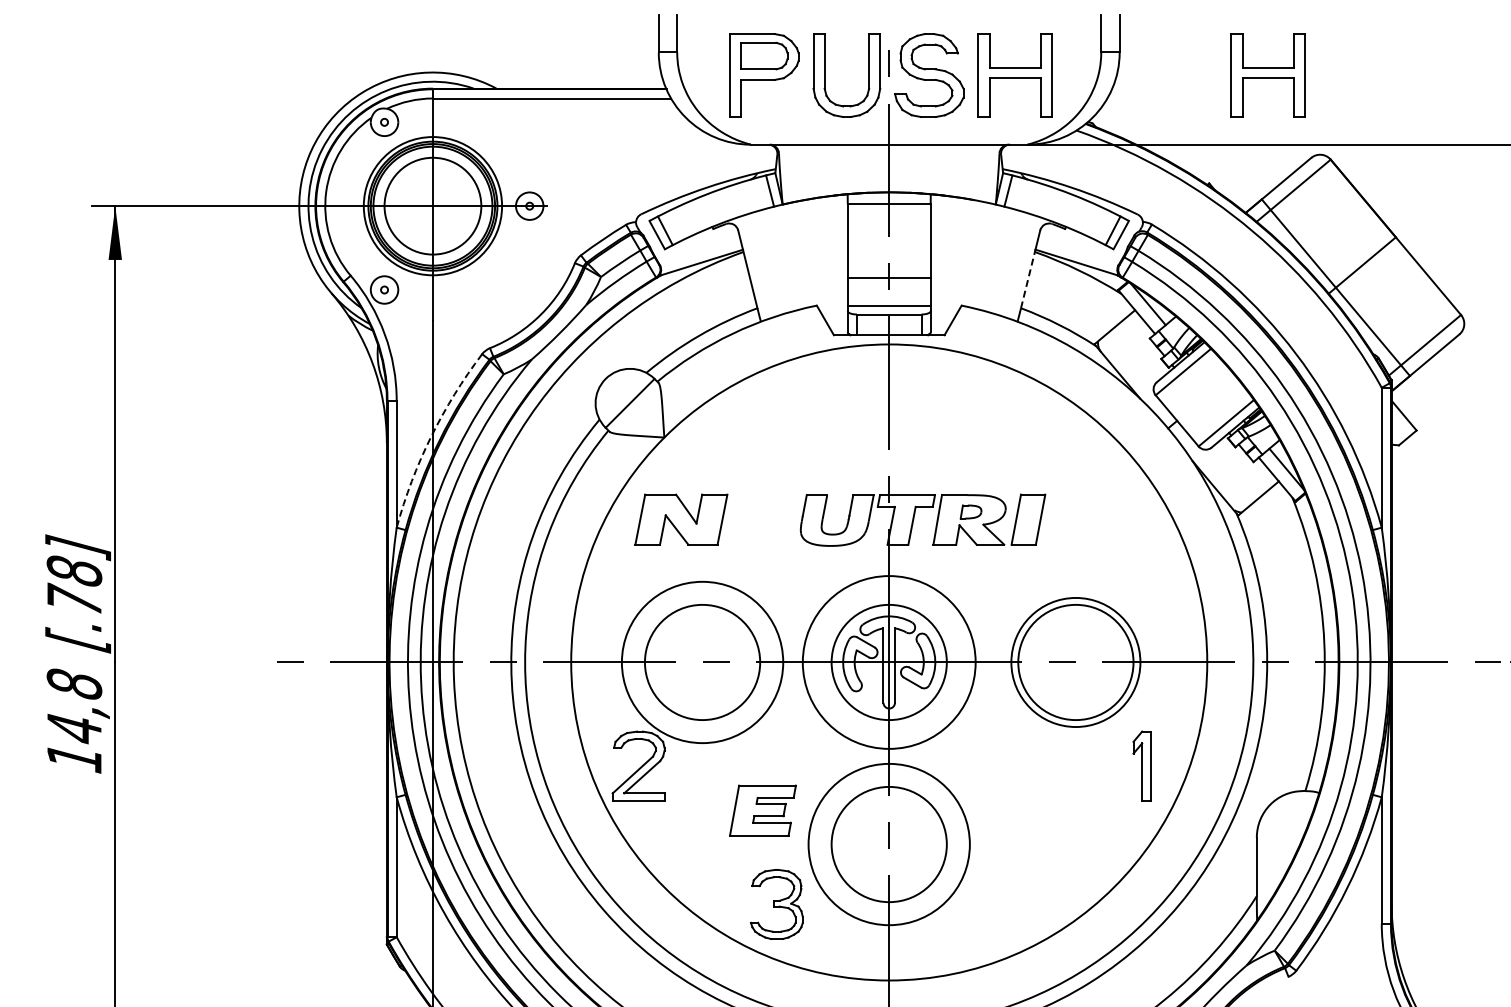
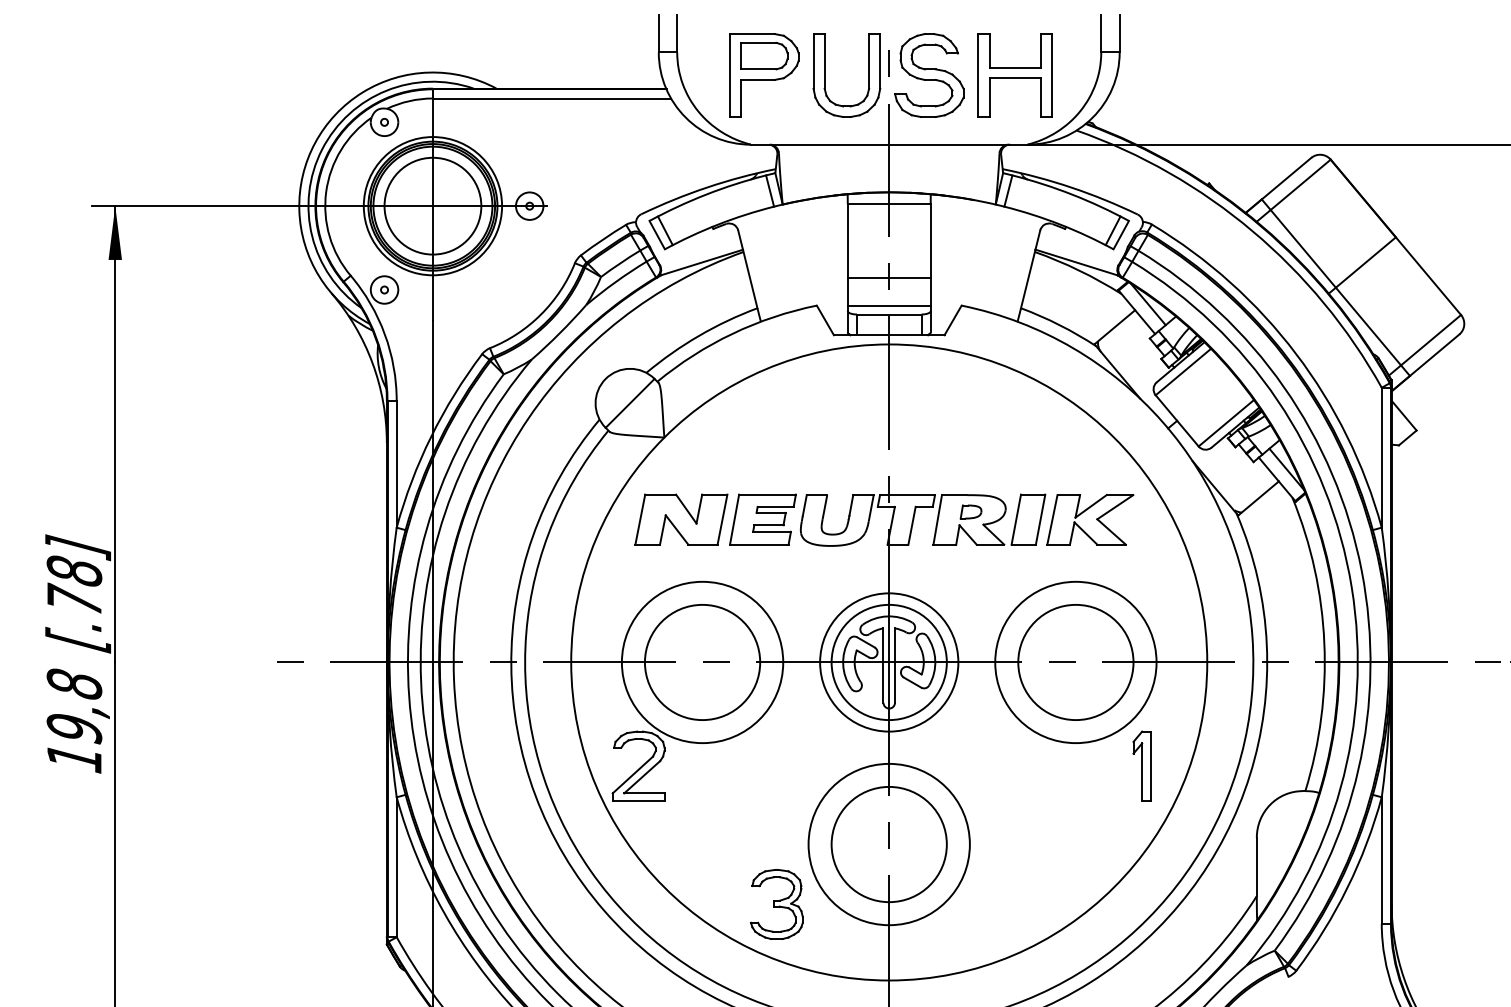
part at (1267, 75): present -> none
line at (1028, 278): dashed -> solid
arc at (431, 436): dashed -> solid
part at (1090, 519): none -> present
circle at (888, 662) diameter: 173 px -> 138 px
circle at (1075, 662) diameter: 129 px -> 161 px
text at (74, 728): 14,8 -> 19,8
part at (762, 810) position: (762, 810) -> (762, 519)
